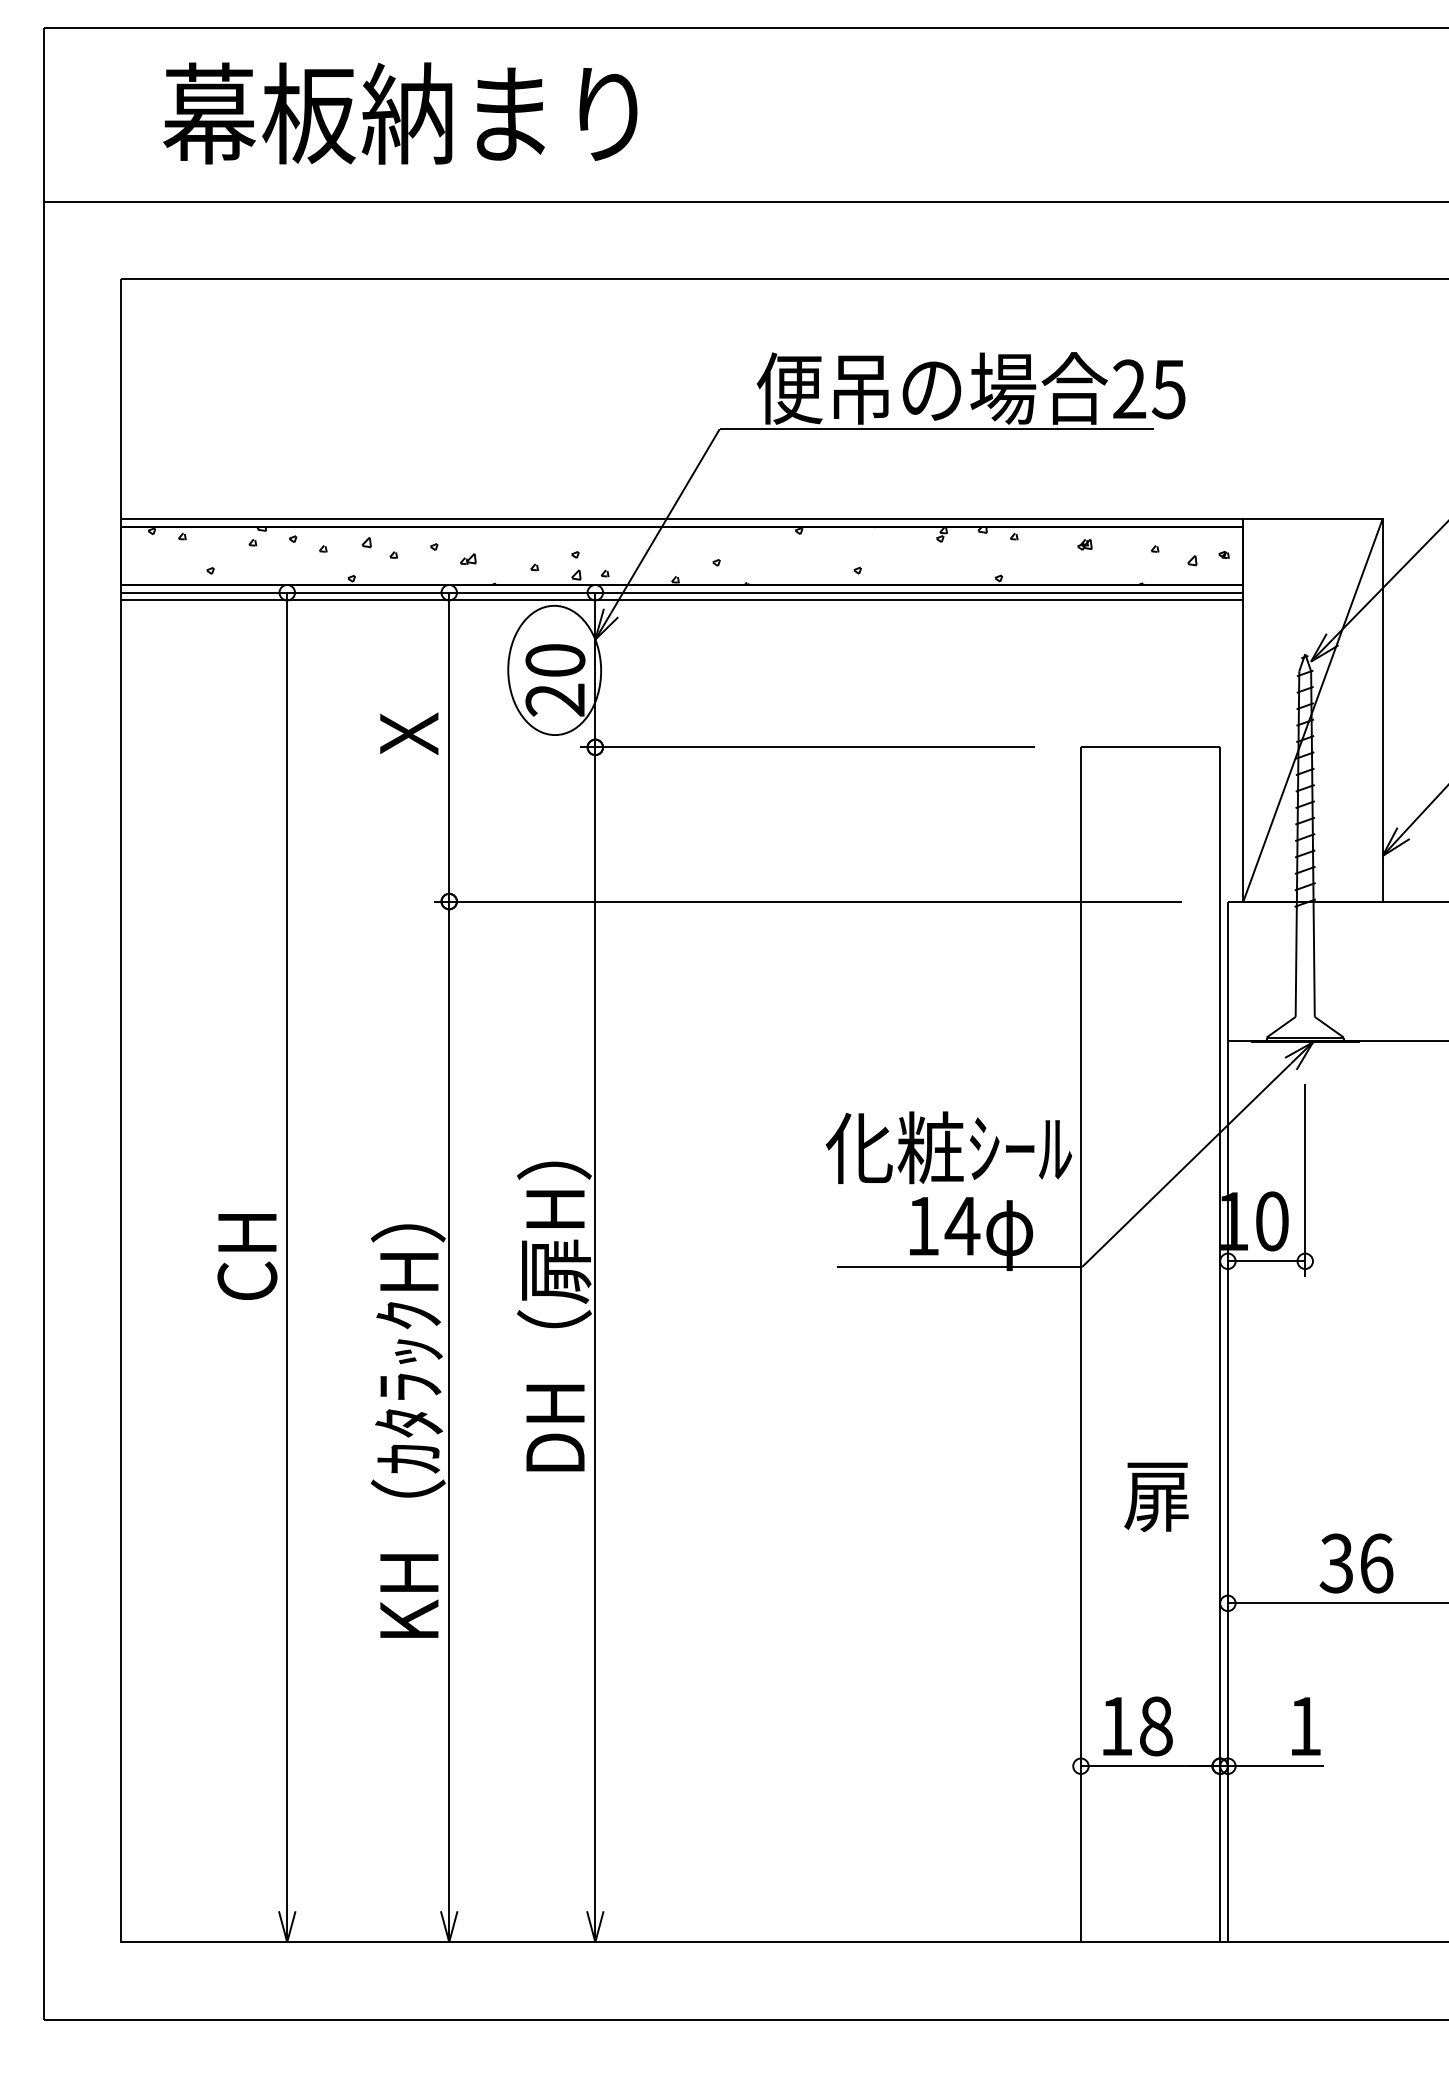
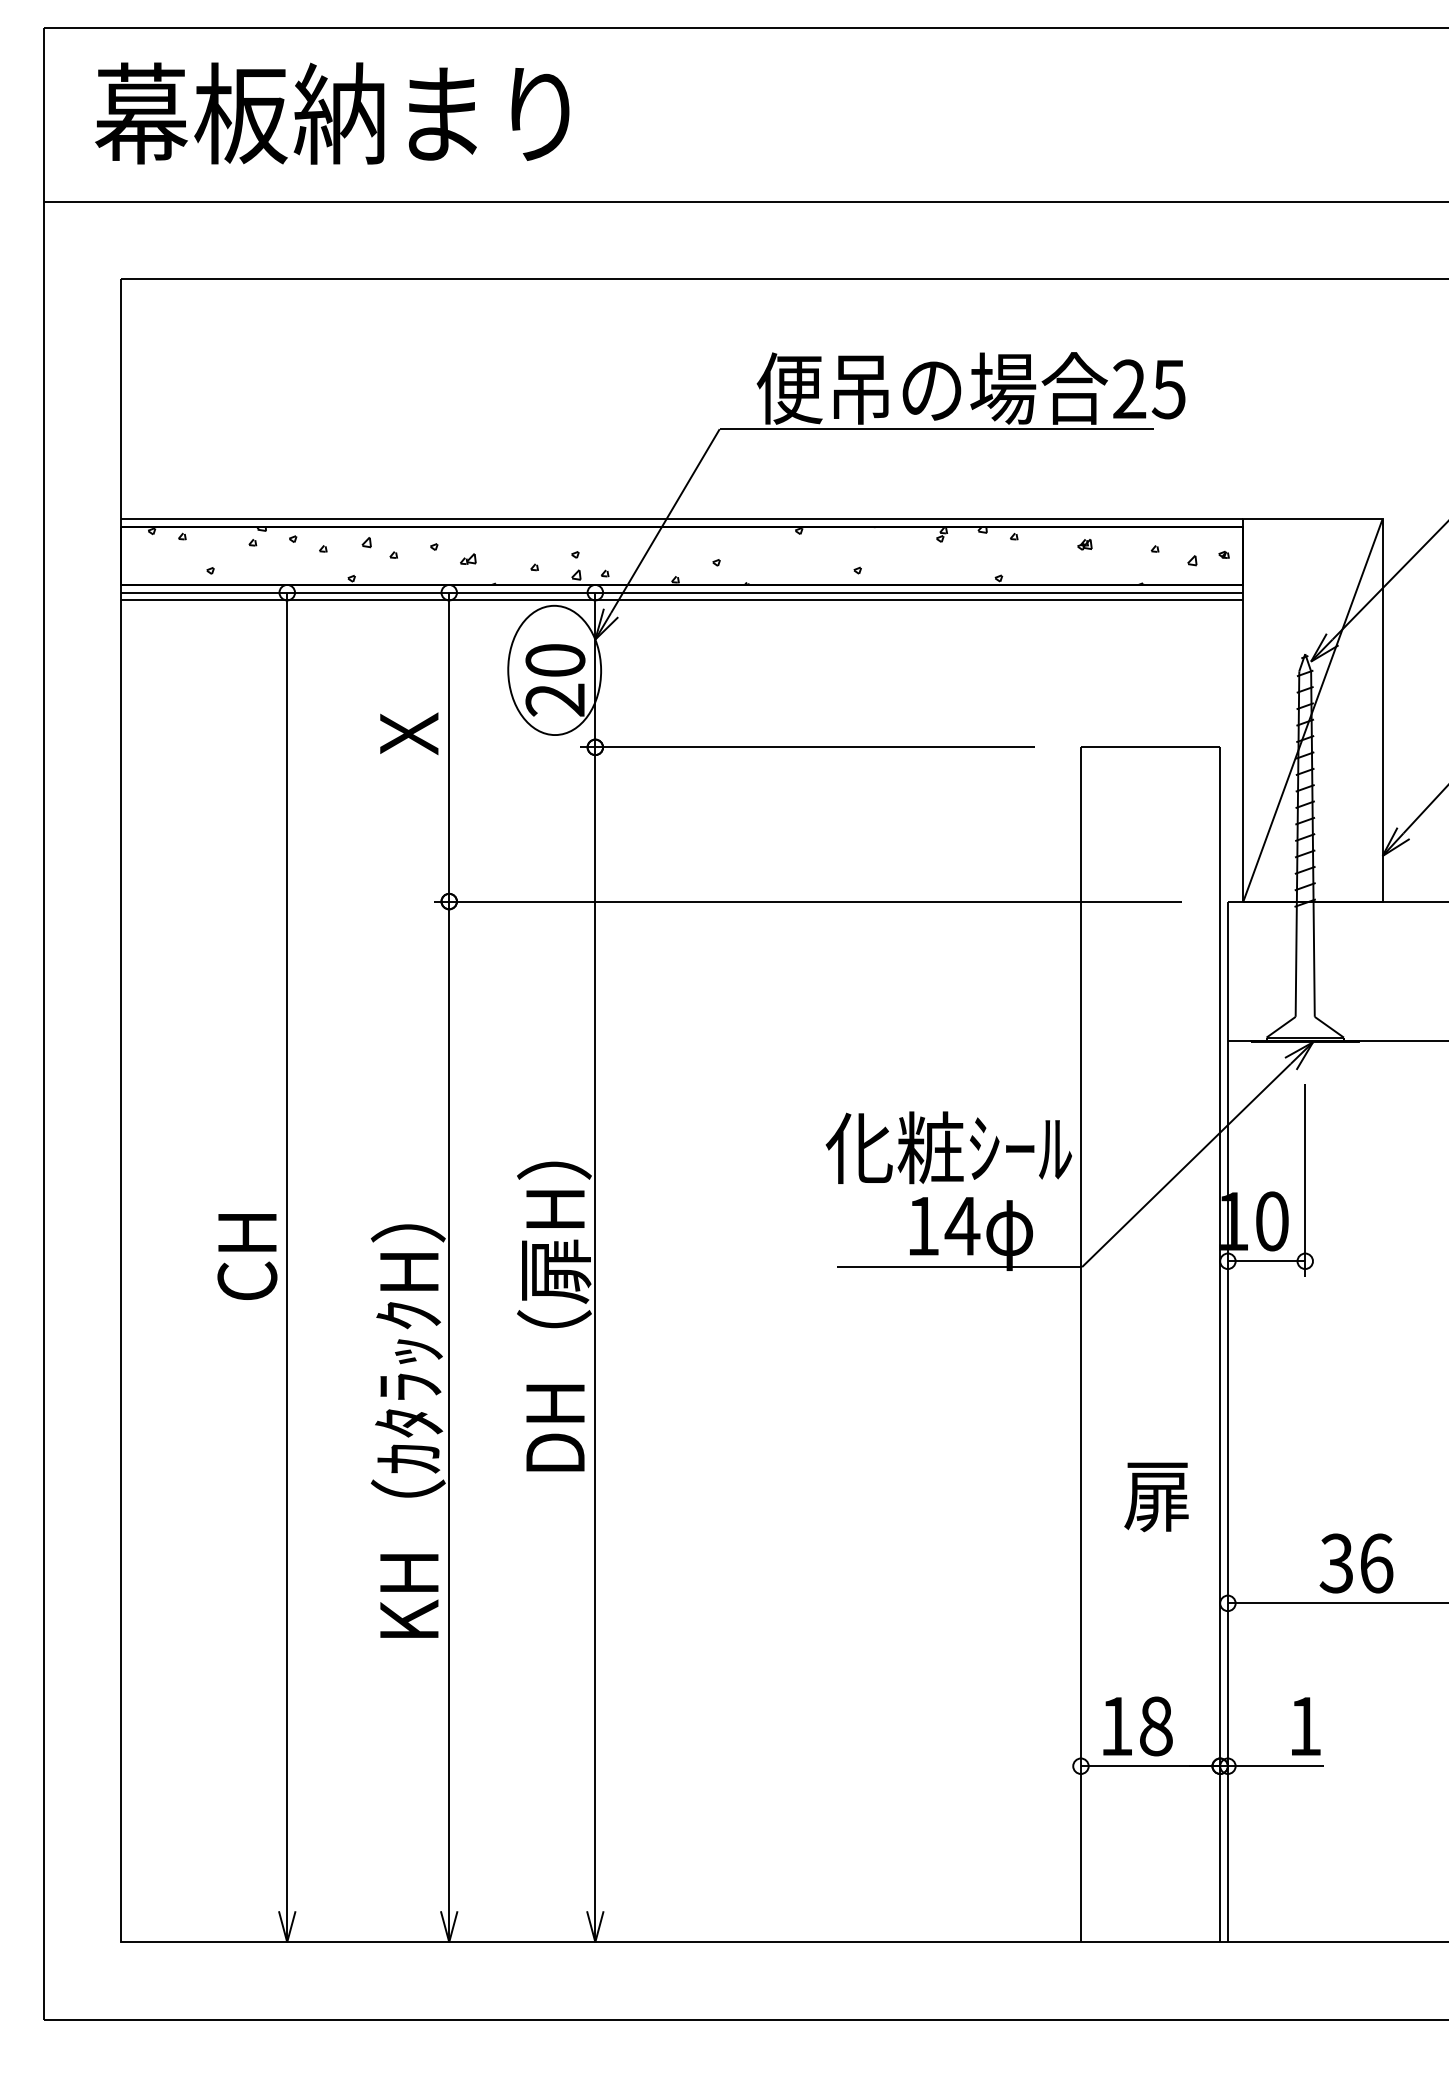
text at (400, 113) position: (400, 113) -> (332, 113)
